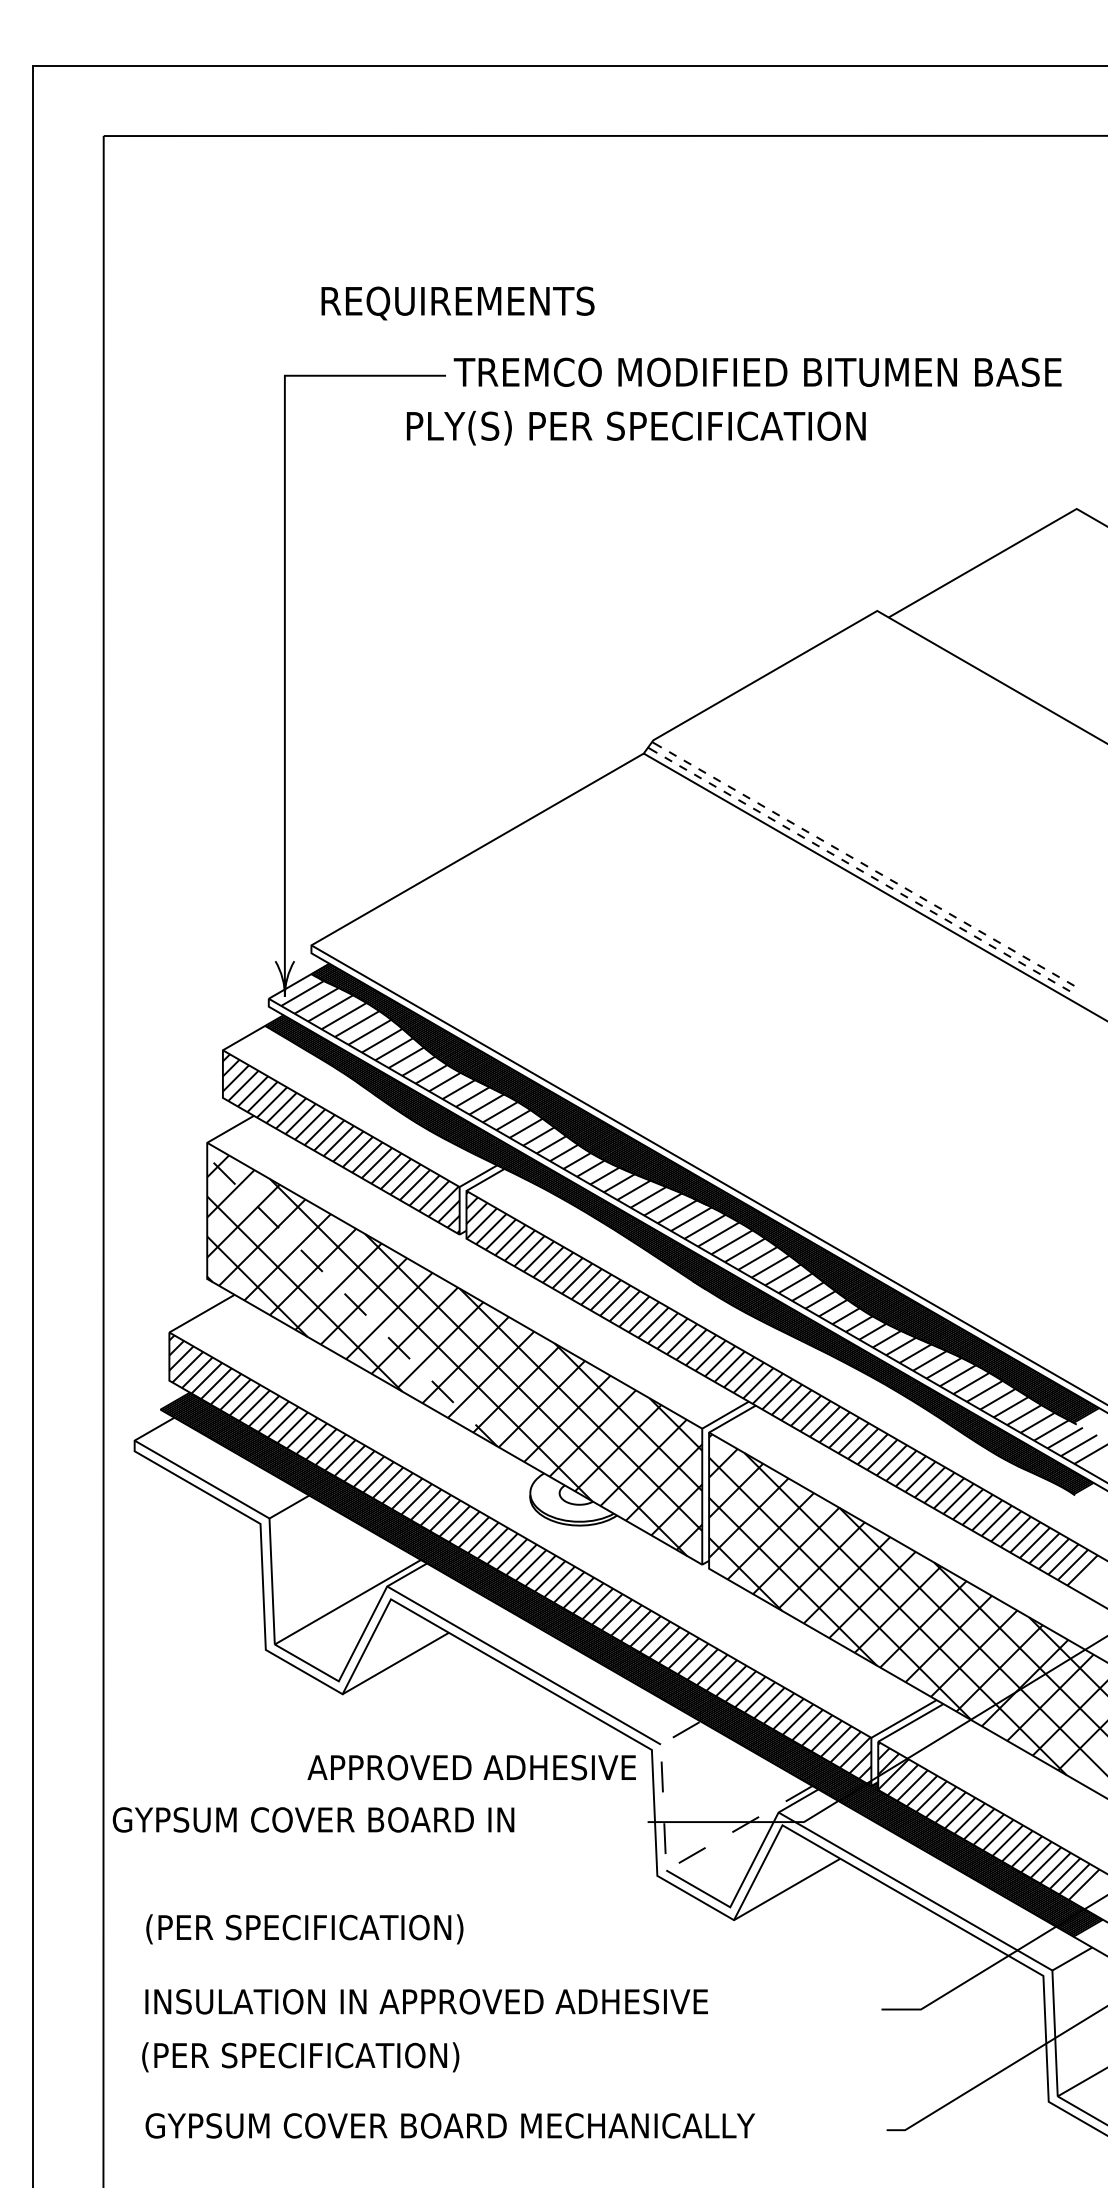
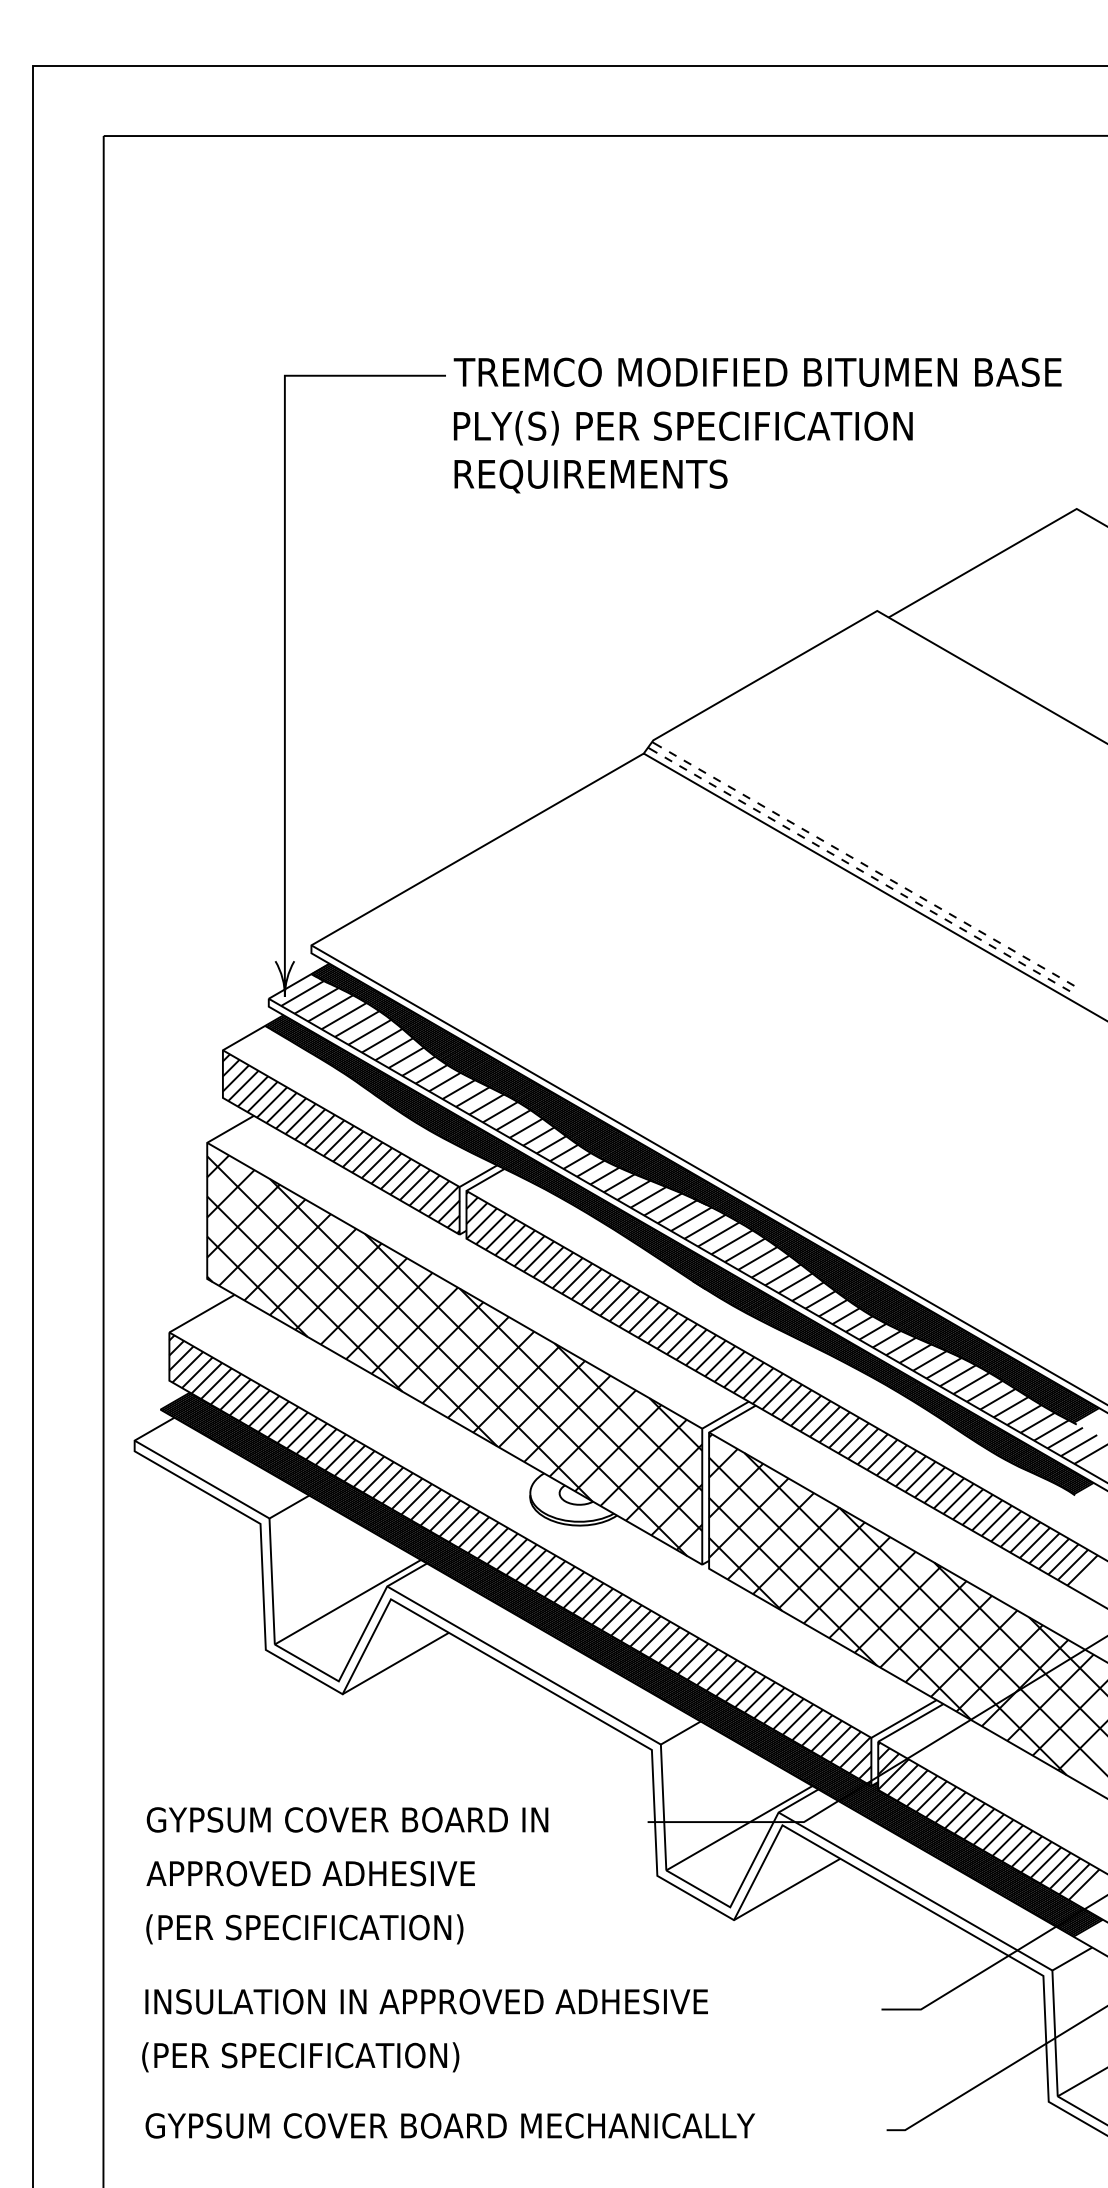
text at (457, 303) position: (457, 303) -> (590, 476)
text at (636, 428) position: (636, 428) -> (683, 428)
line at (351, 1301): dashed -> solid
text at (471, 1767) position: (471, 1767) -> (310, 1873)
text at (313, 1819) position: (313, 1819) -> (347, 1819)
line at (666, 1868): dashed -> solid
